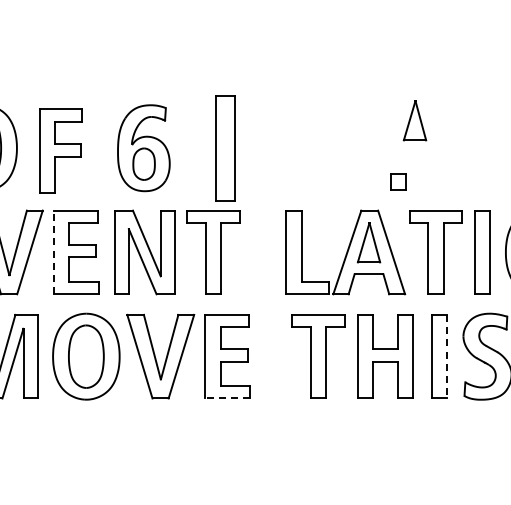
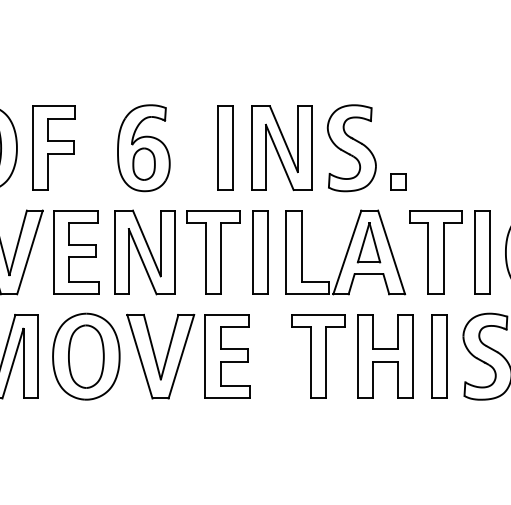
part at (414, 120): present -> none
part at (281, 147): none -> present
part at (225, 148) size: 21x107 px -> 17x86 px
part at (351, 148): none -> present
part at (60, 150) position: (60, 150) -> (53, 147)
line at (53, 252): dashed -> solid
part at (260, 252): none -> present
line at (447, 356): dashed -> solid
line at (227, 398): dashed -> solid
